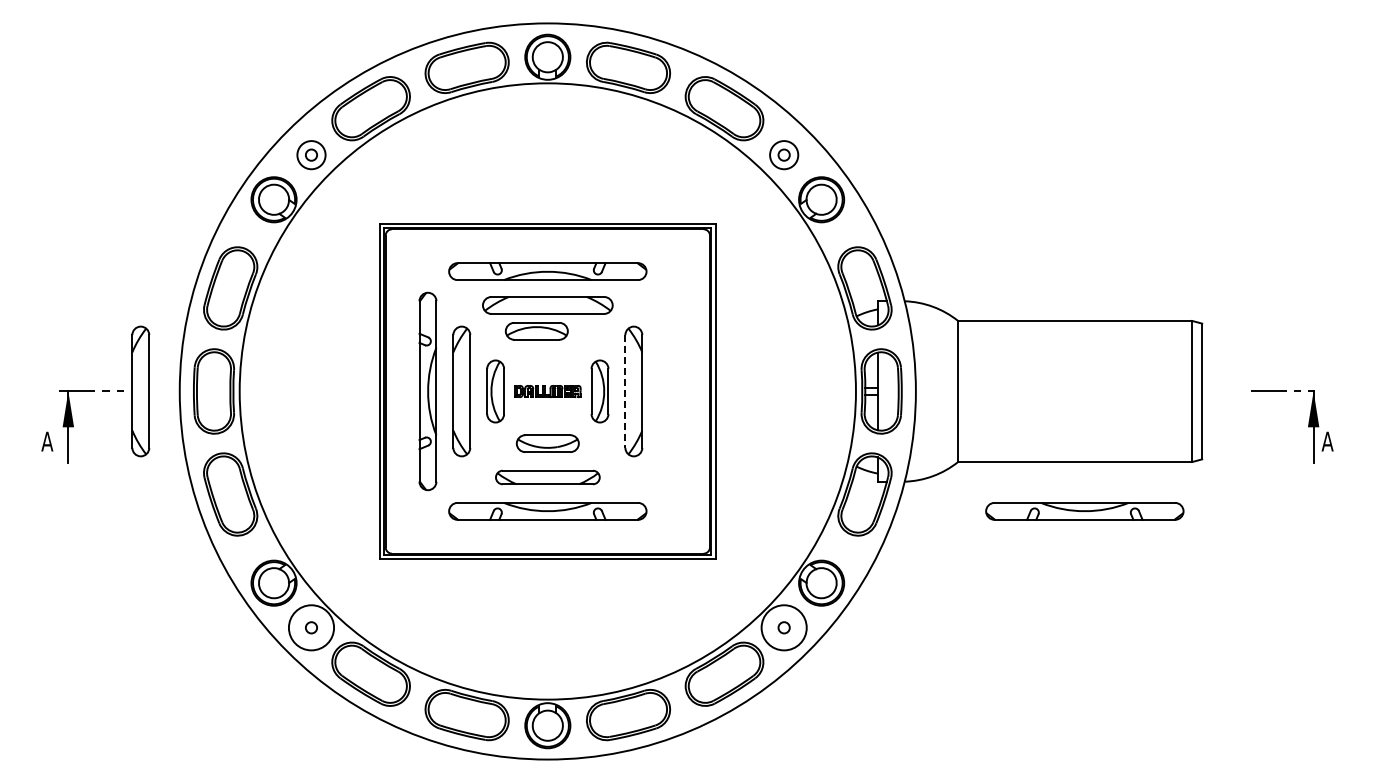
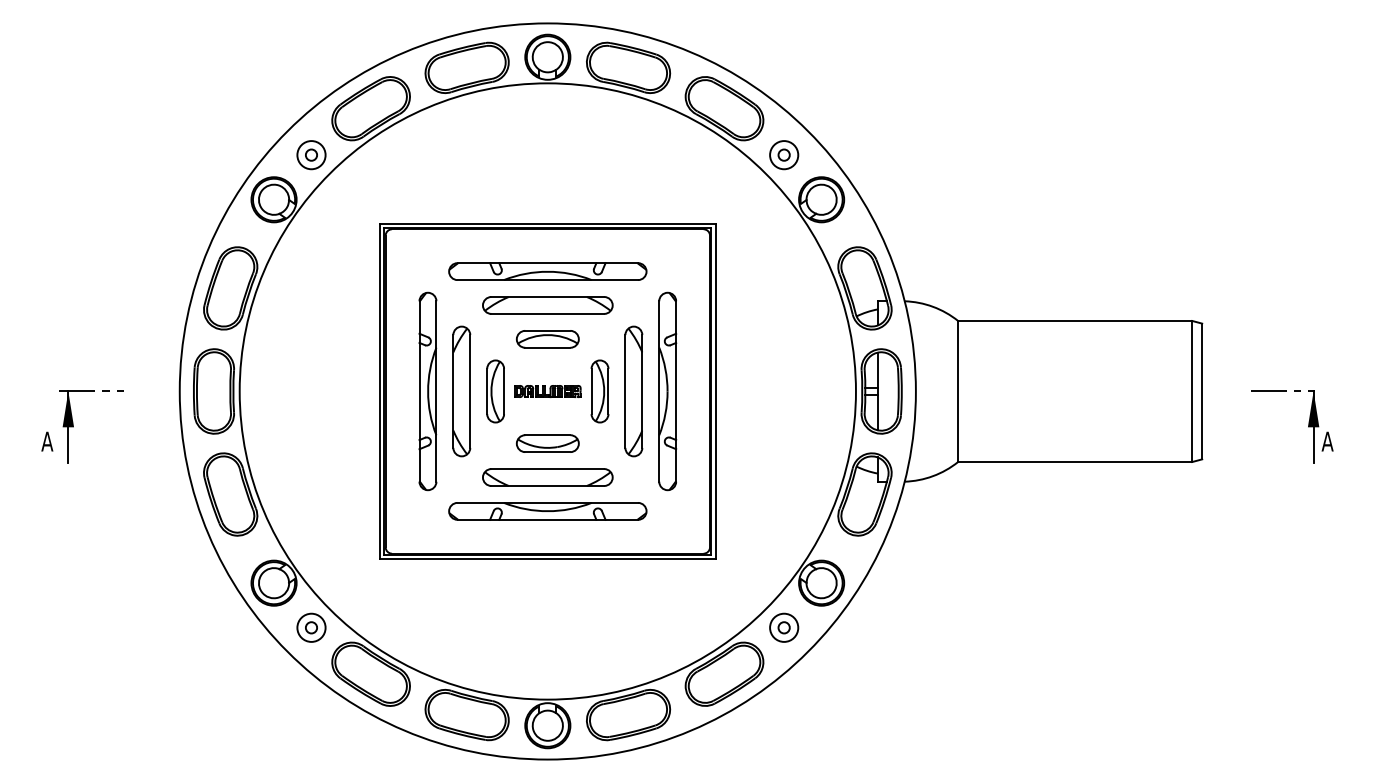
part at (536, 331) position: (536, 331) -> (547, 339)
part at (140, 391): present -> none
line at (625, 391): dashed -> solid
part at (667, 391): none -> present
part at (547, 477) size: 106x17 px -> 132x19 px
part at (1084, 511): present -> none
circle at (311, 627) diameter: 45 px -> 28 px
circle at (783, 627) diameter: 45 px -> 28 px
